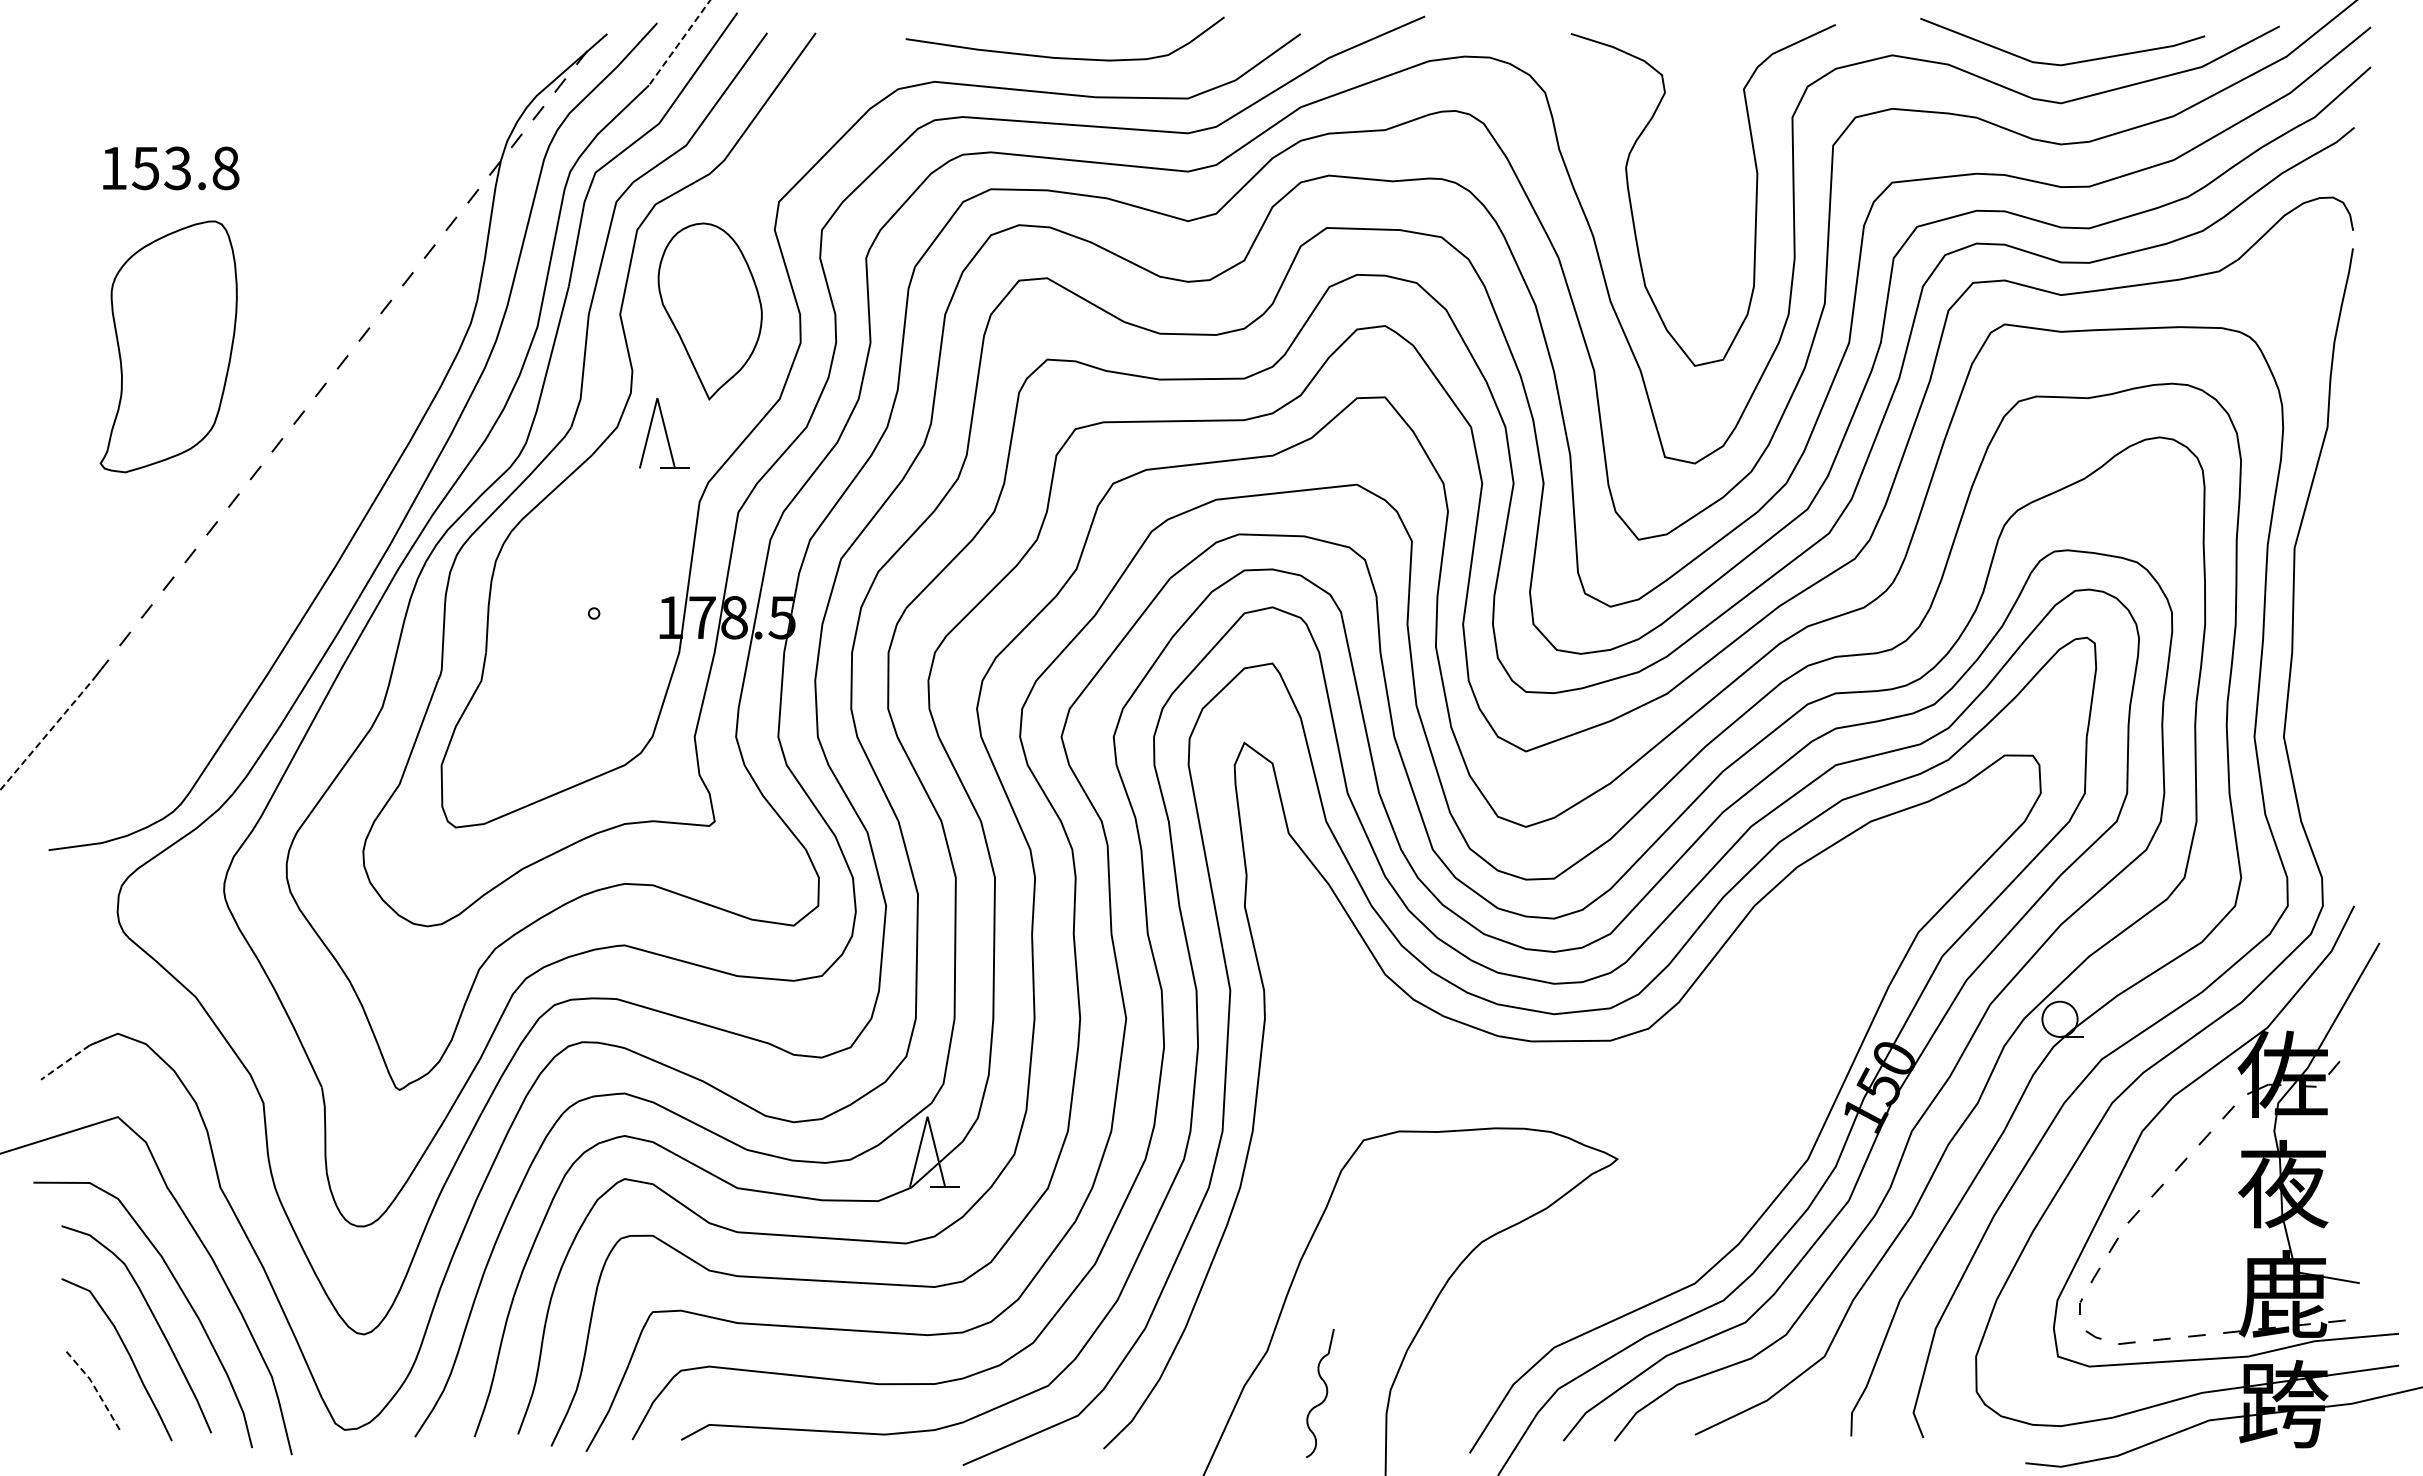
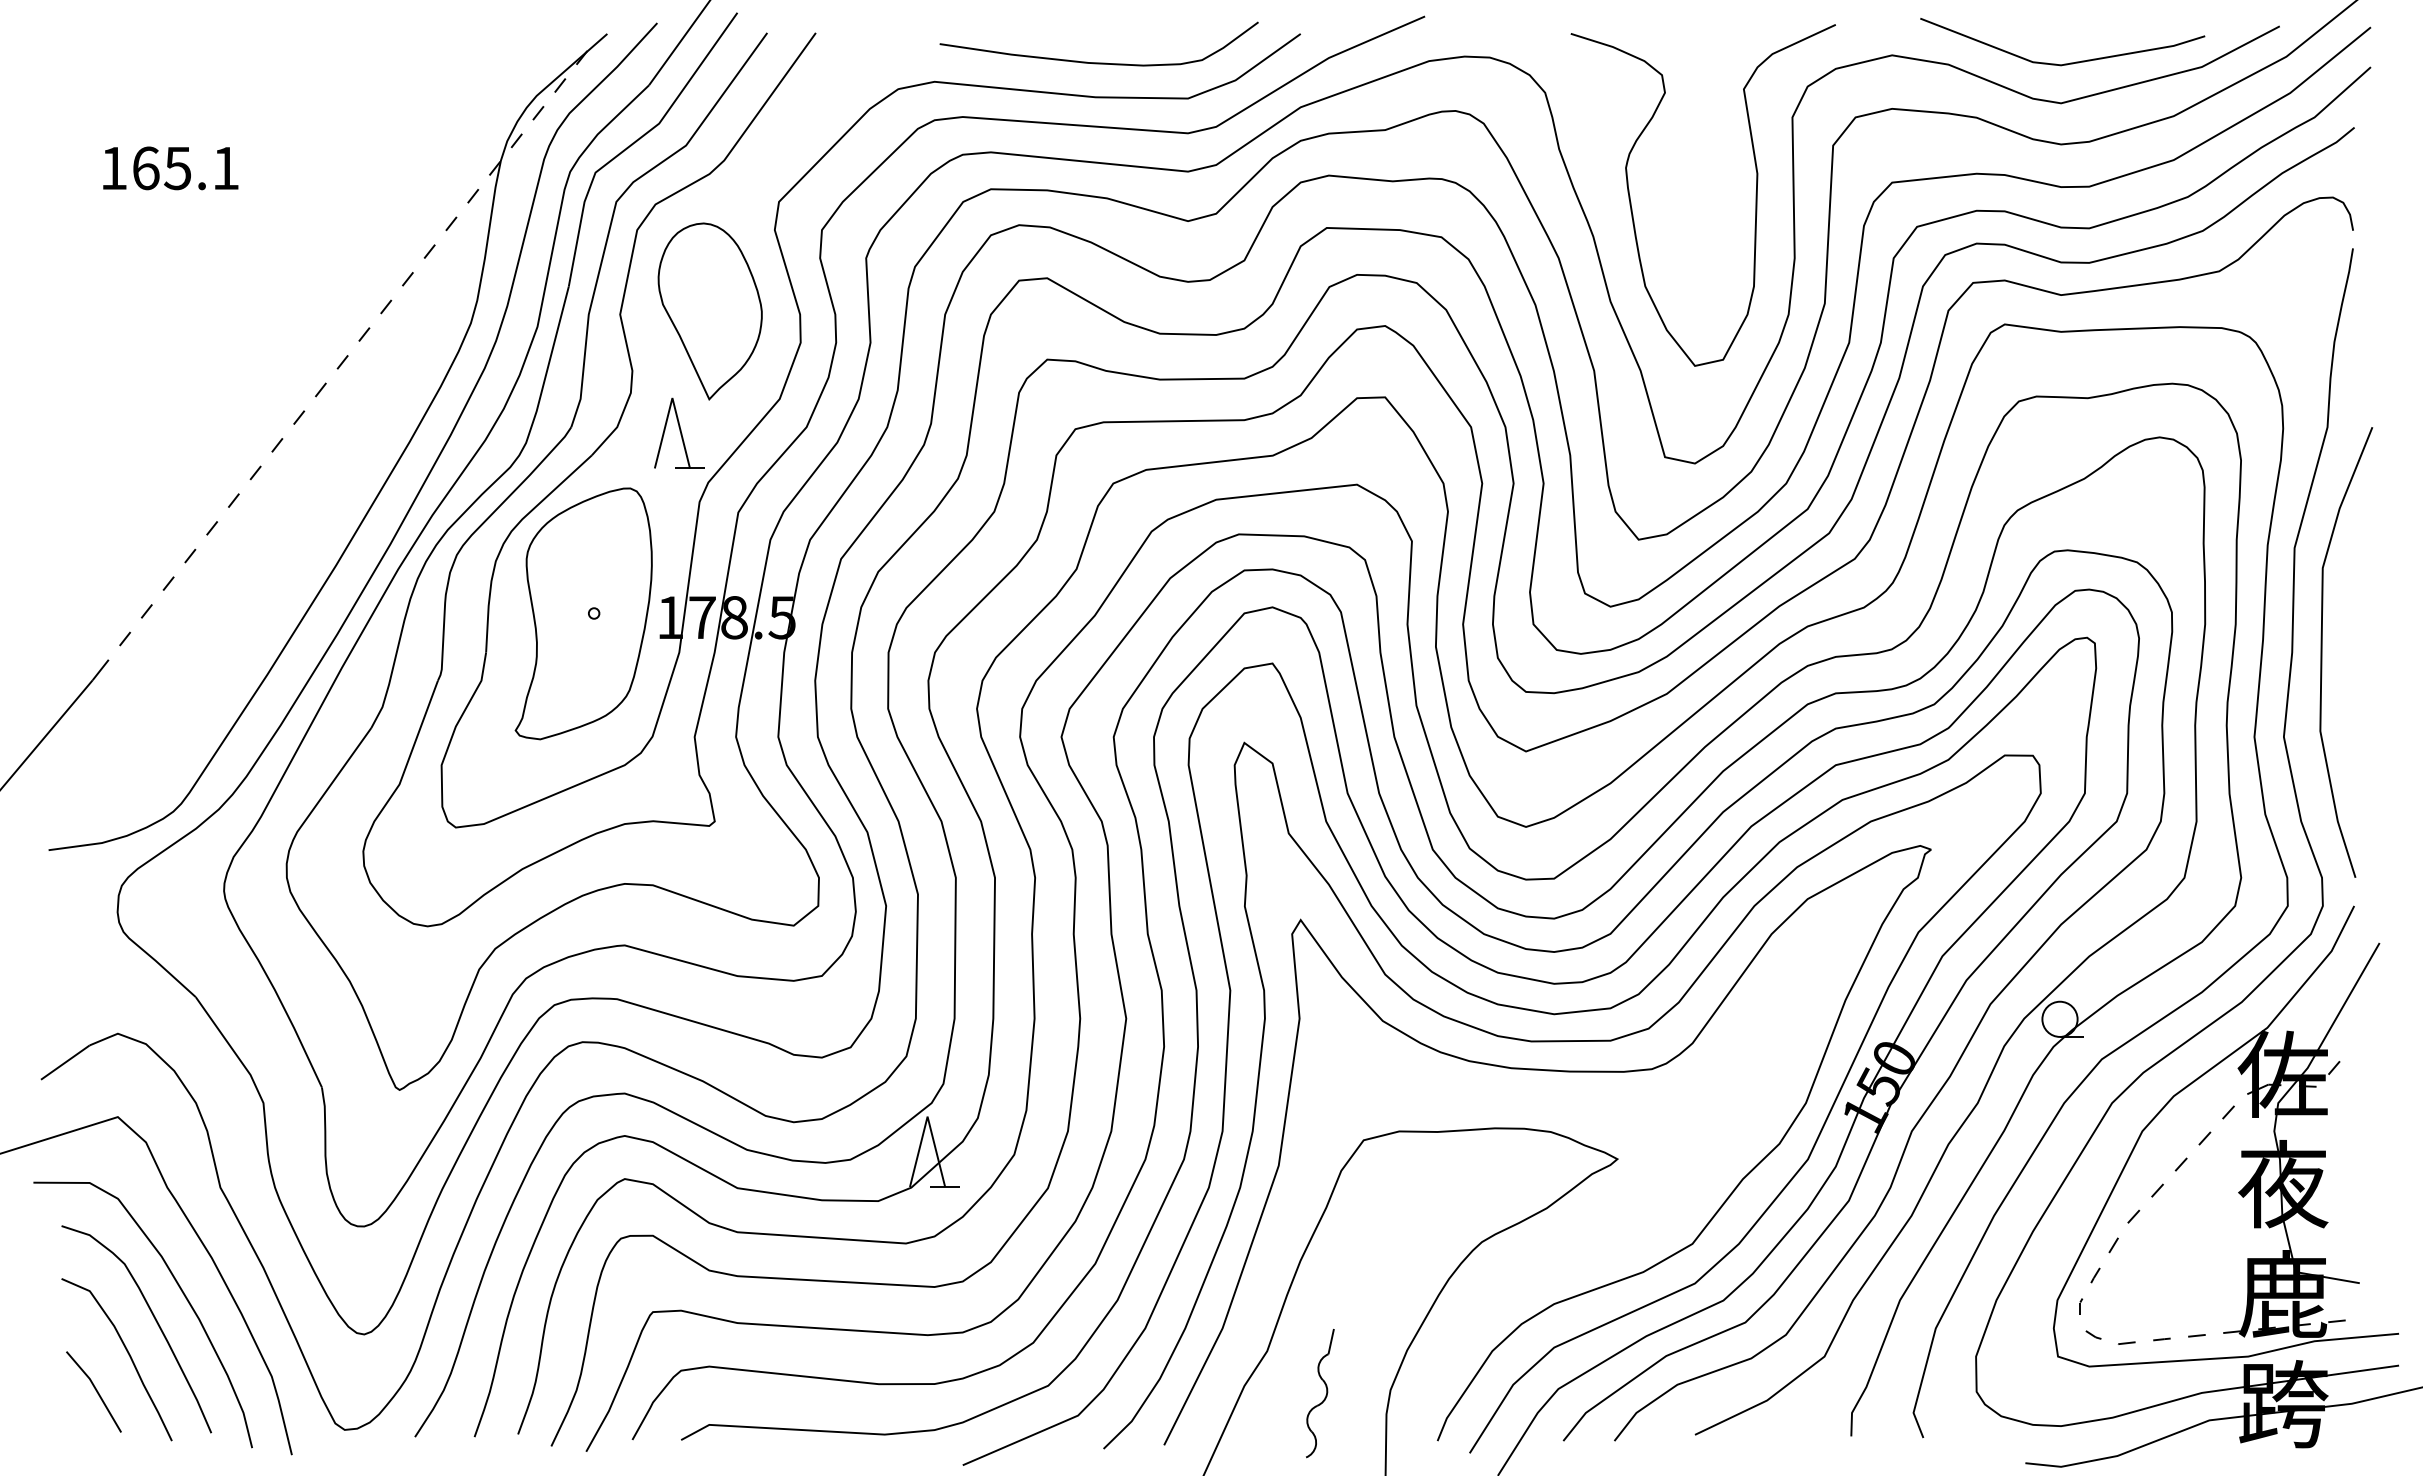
line at (679, 43): dashed -> solid
curve at (1064, 57) position: (1064, 57) -> (1098, 62)
text at (185, 168): 153.8 -> 165.1
part at (168, 346) position: (168, 346) -> (583, 613)
part at (664, 432) position: (664, 432) -> (679, 432)
curve at (2322, 652): none -> present
line at (46, 735): dashed -> solid
line at (65, 1062): dashed -> solid
curve at (1547, 1071): none -> present
line at (96, 1389): dashed -> solid
